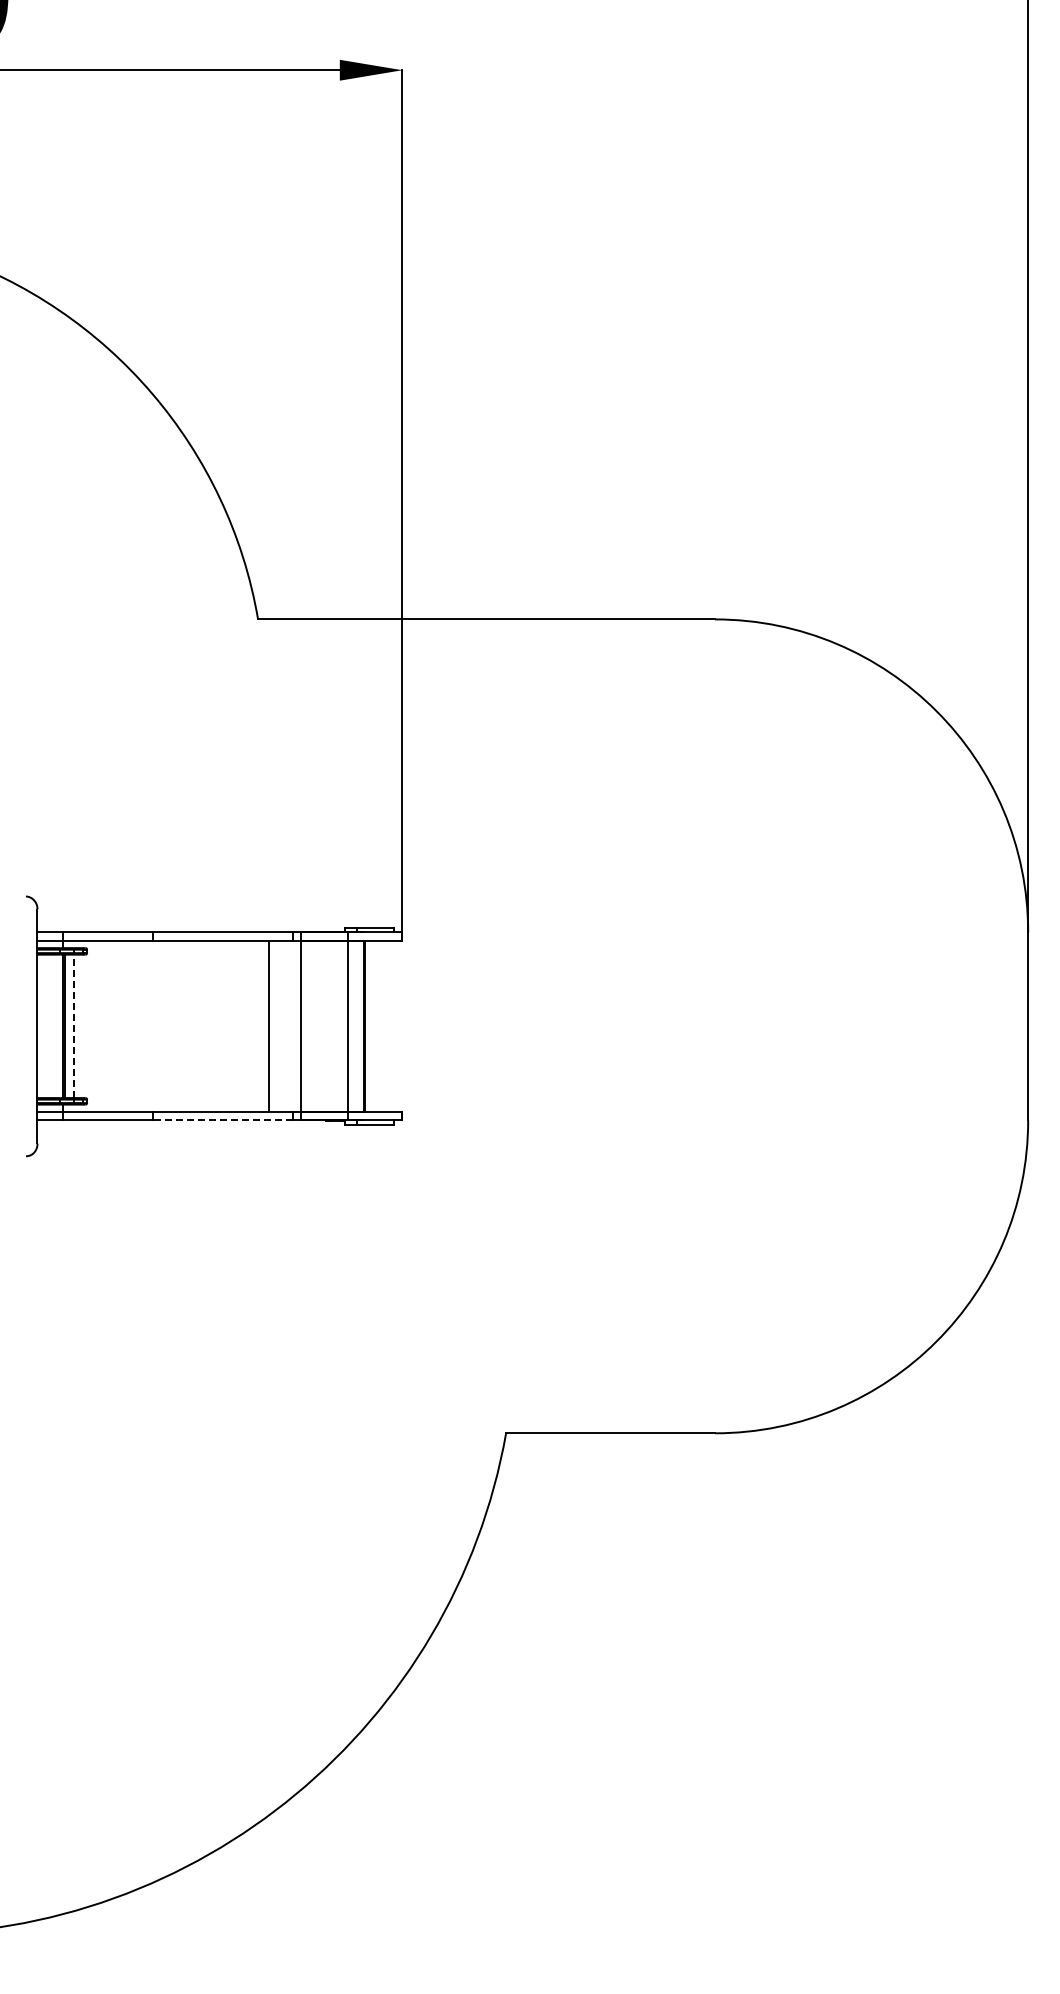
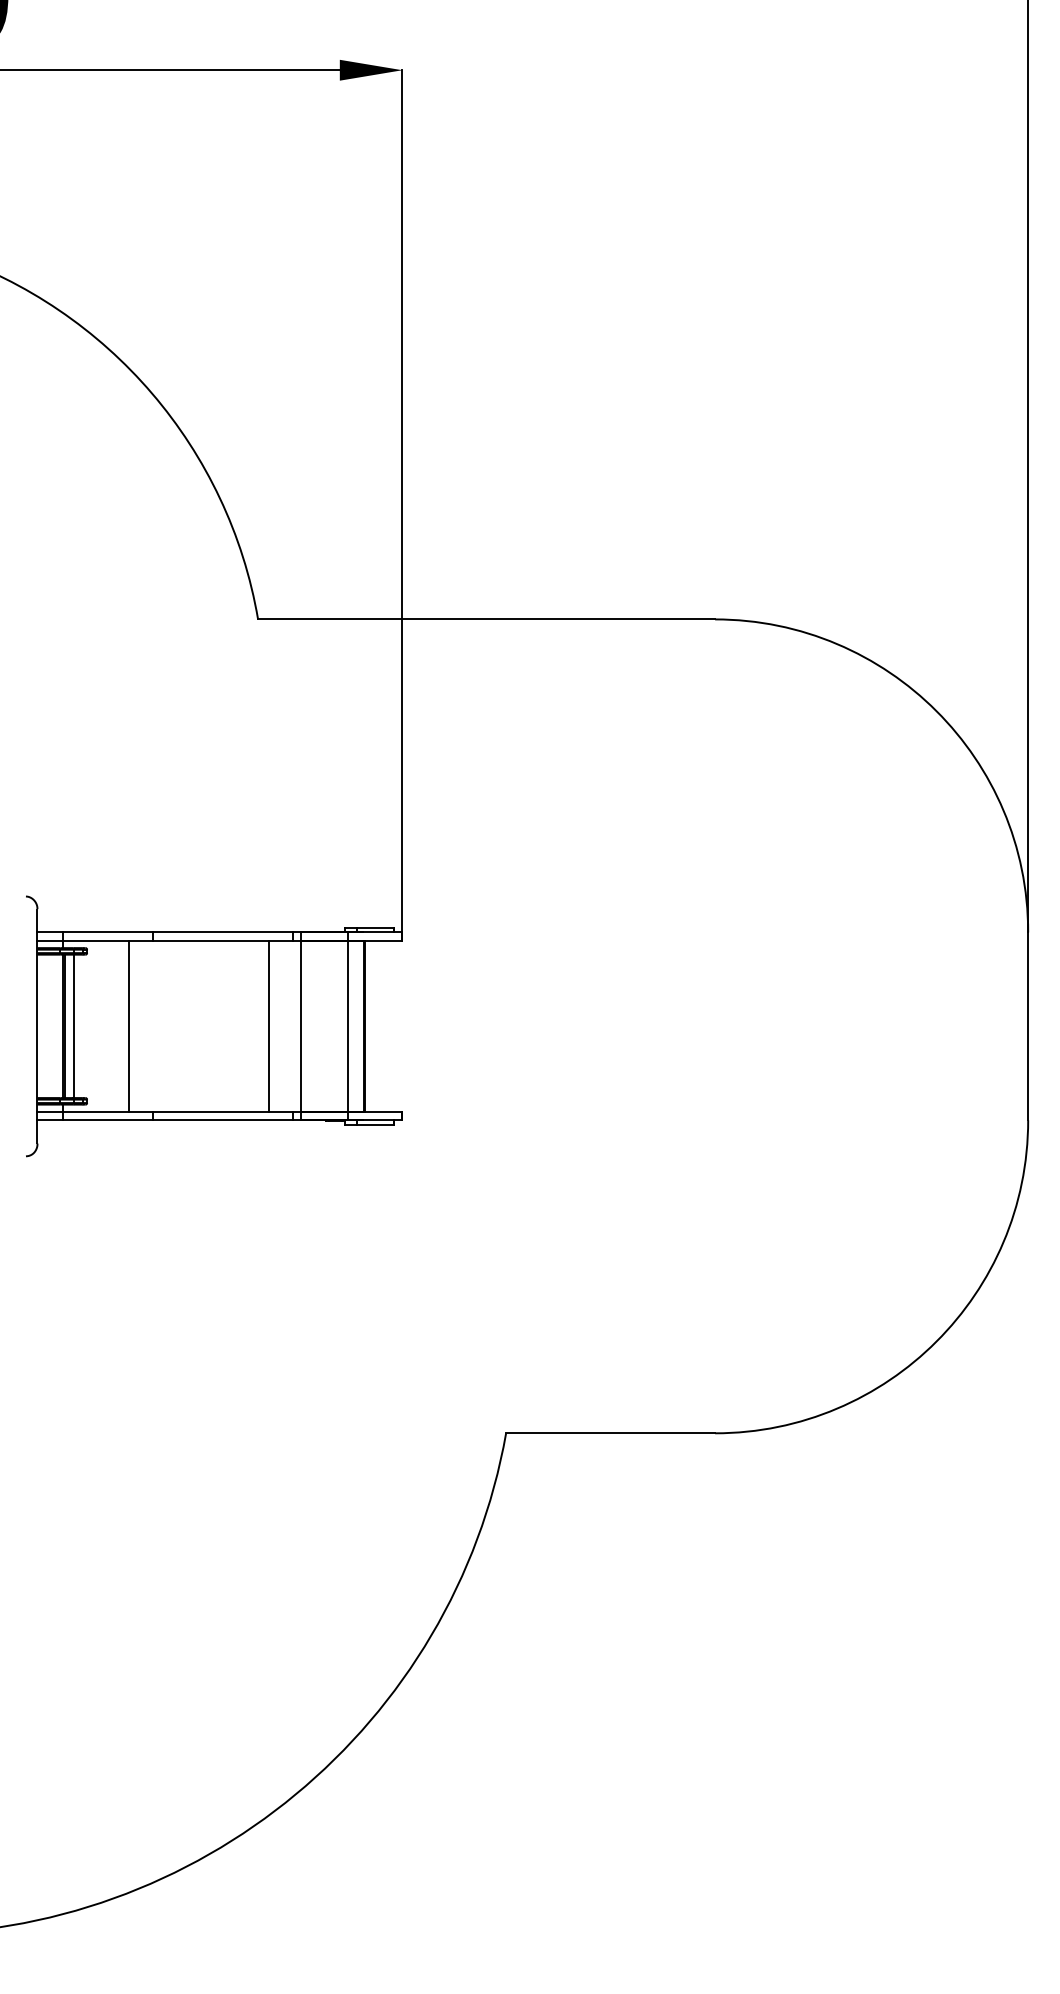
line at (129, 1025): none -> present
line at (73, 1026): dashed -> solid
line at (222, 1120): dashed -> solid
